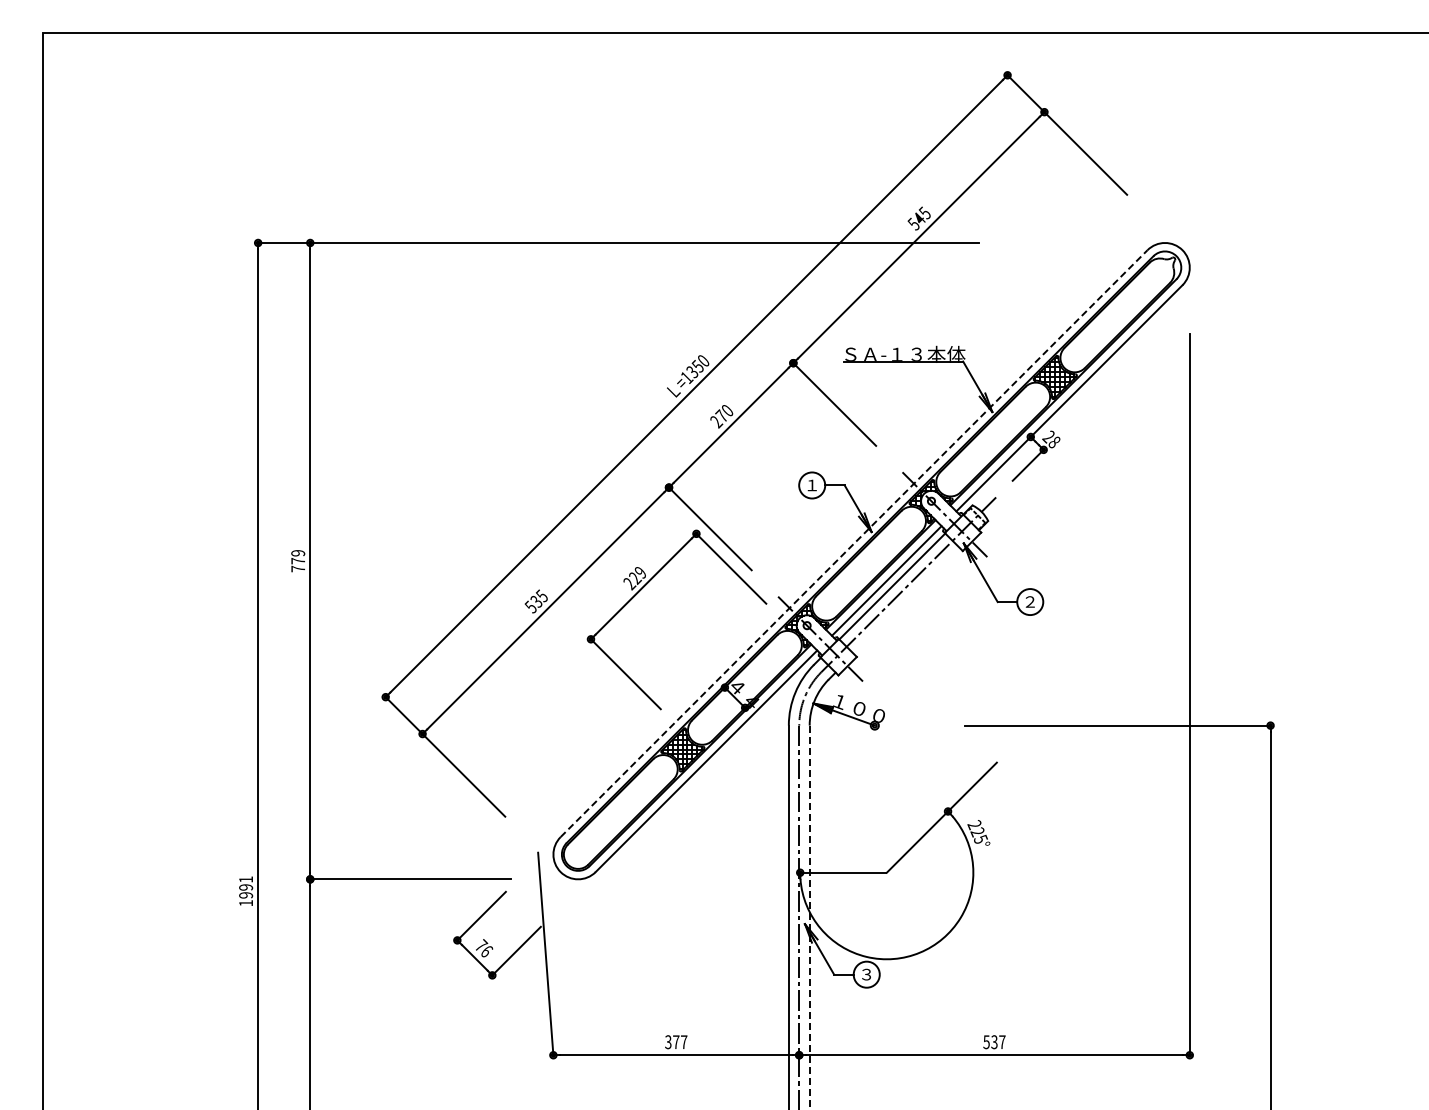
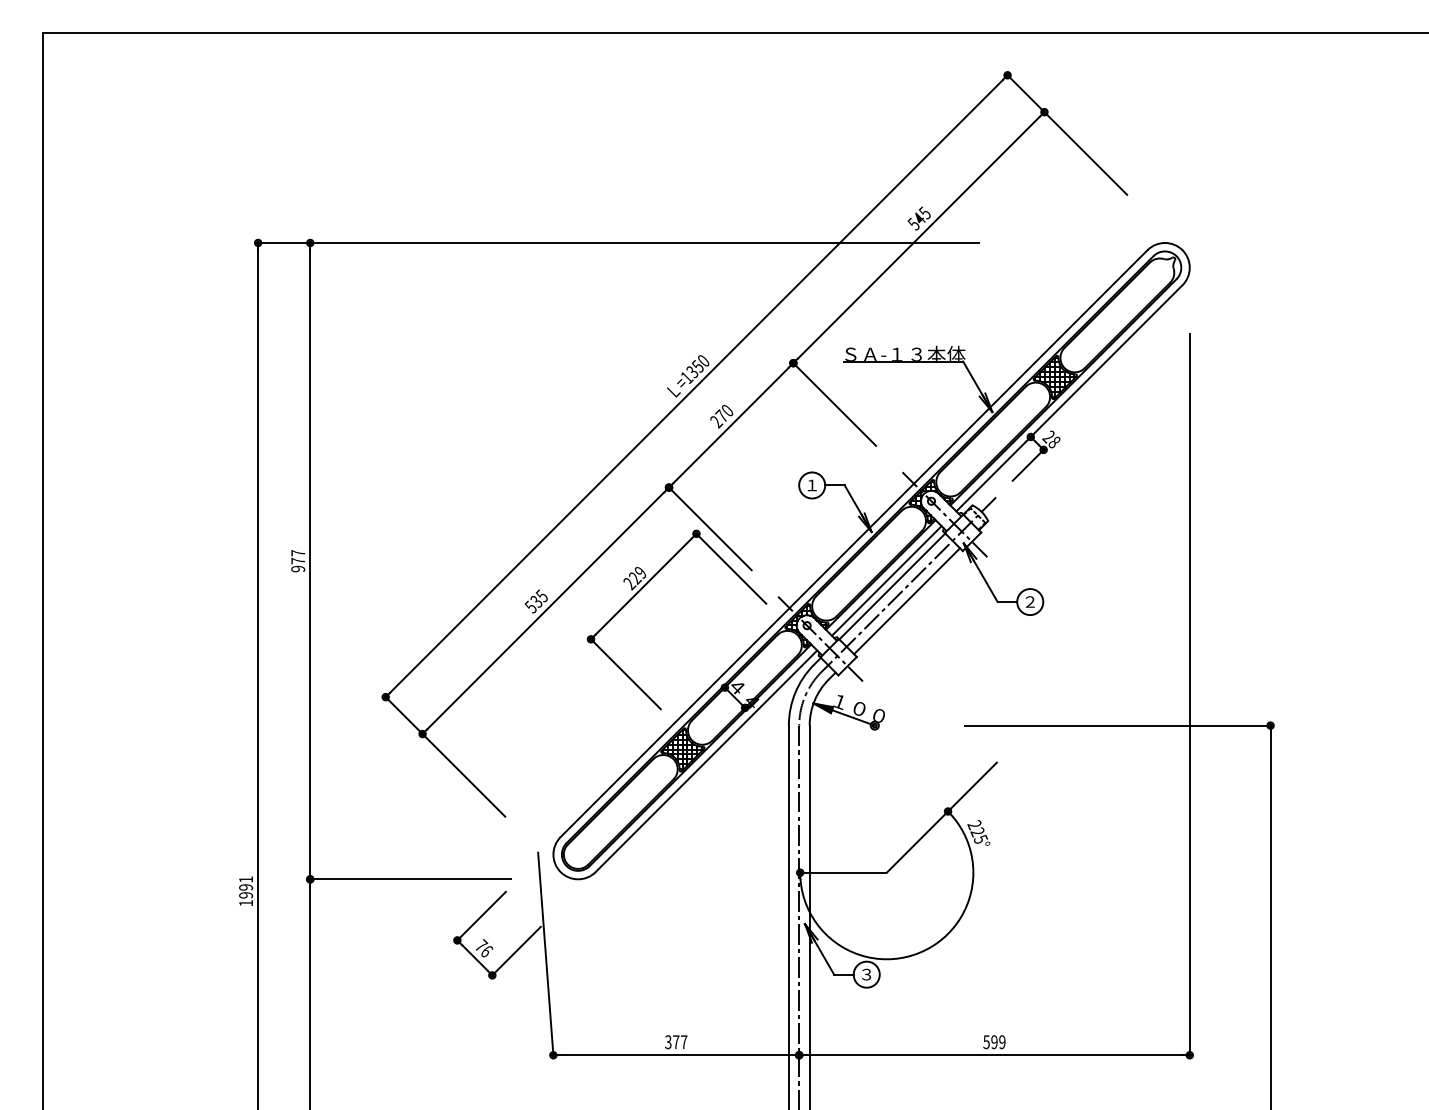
line at (854, 543): dashed -> solid
text at (298, 561): 779 -> 977
line at (907, 601): none -> present
line at (809, 917): dashed -> solid
text at (998, 1042): 537 -> 599
